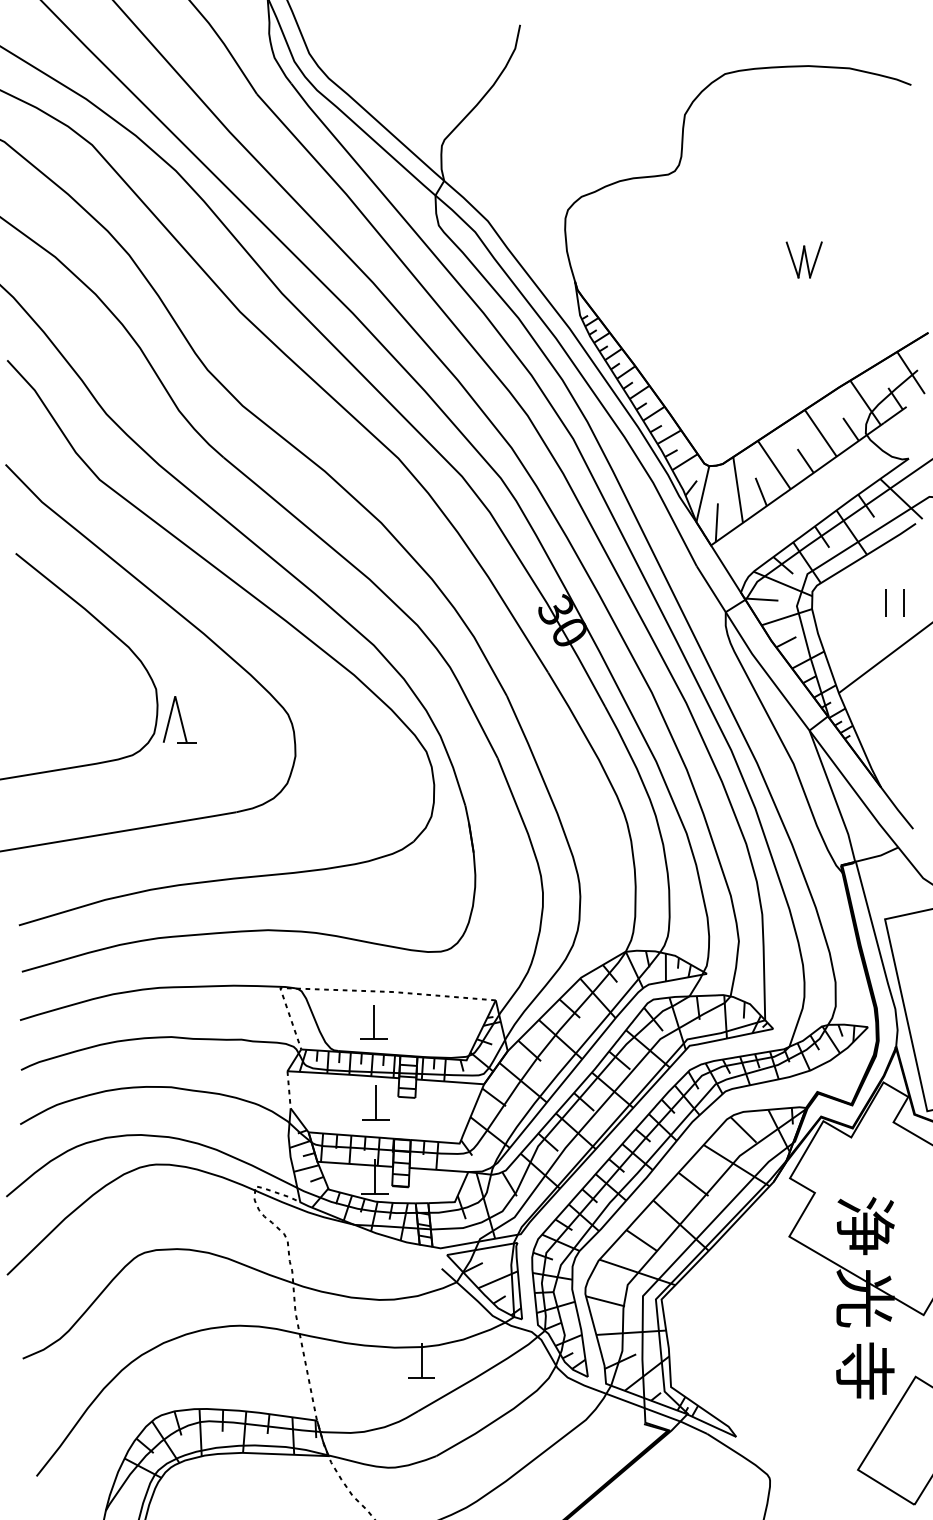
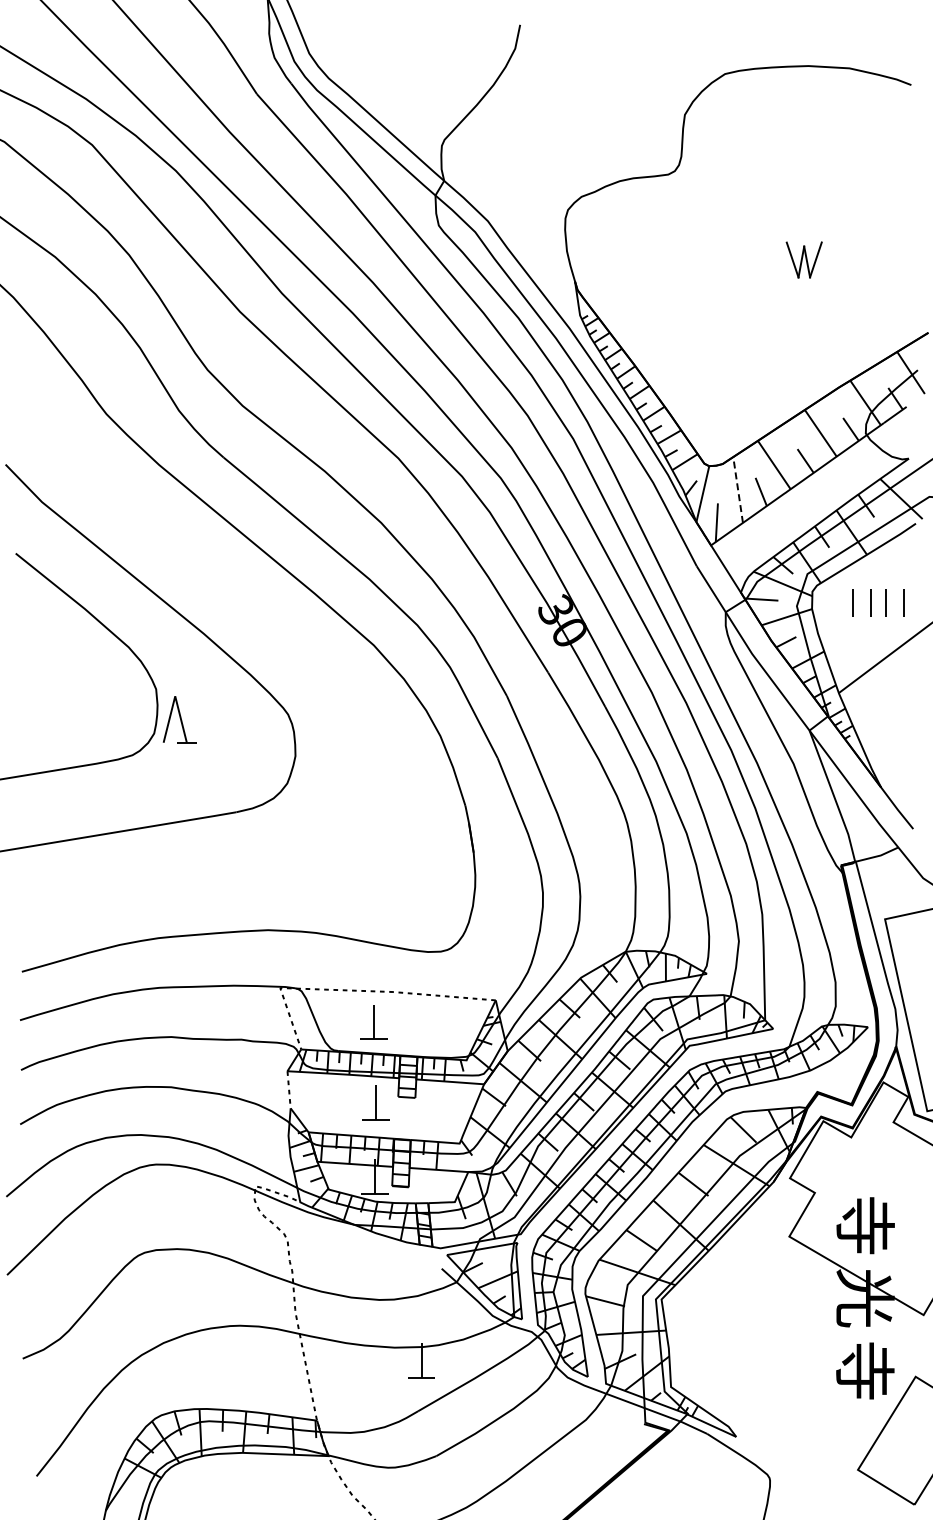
line at (738, 489): solid -> dashed
part at (255, 599): present -> none
part at (853, 602): none -> present
text at (865, 1225): 浄 -> 寺
